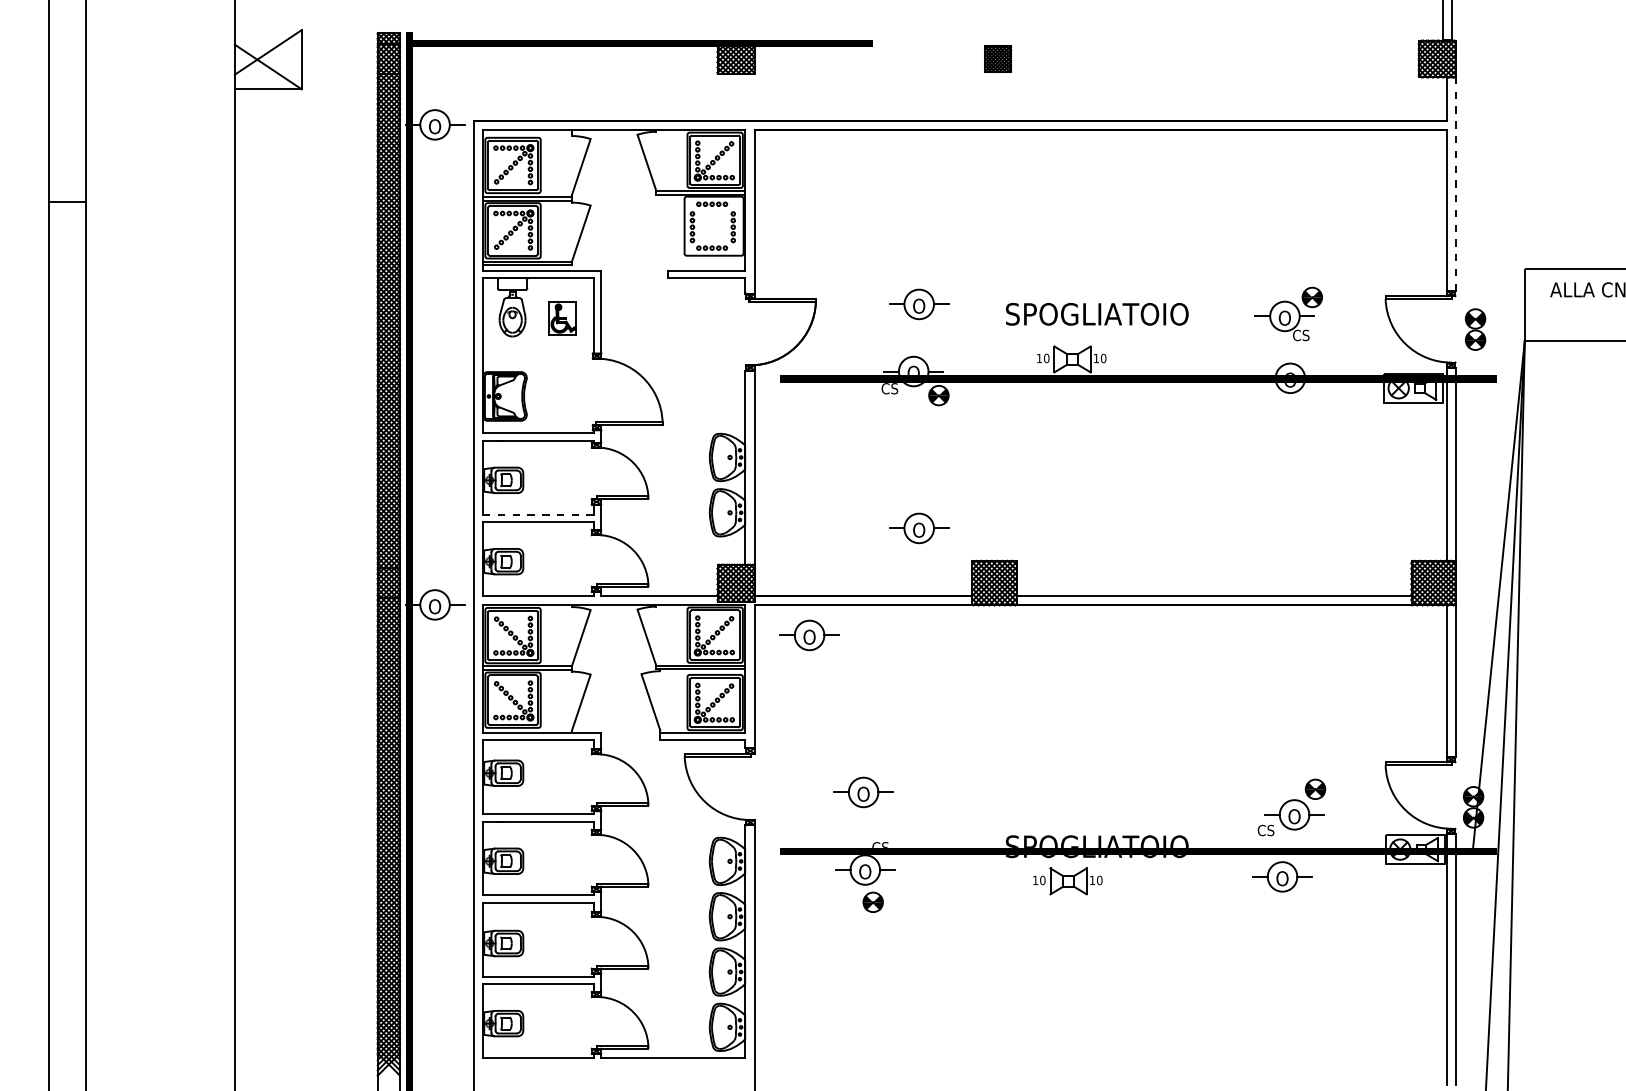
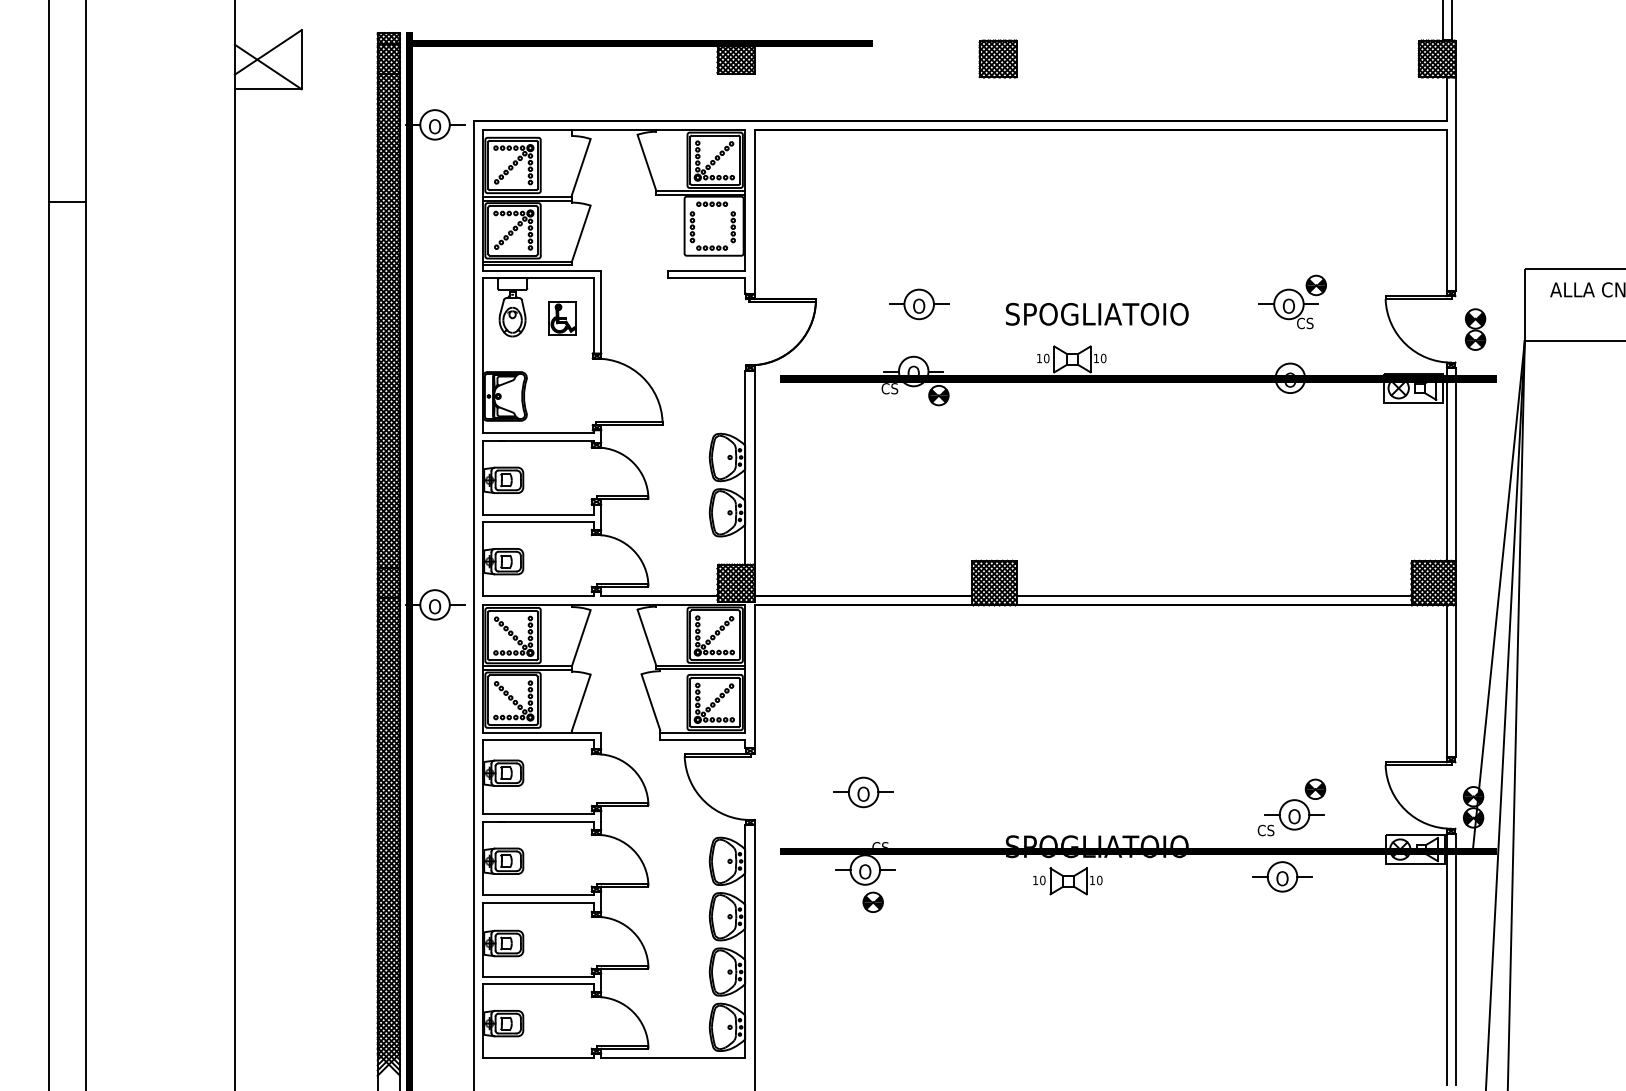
part at (998, 58) size: 29x28 px -> 40x40 px
line at (1455, 184): dashed -> solid
part at (1288, 313) position: (1288, 313) -> (1292, 301)
line at (538, 514): dashed -> solid
part at (919, 528): present -> none
part at (809, 635): present -> none
